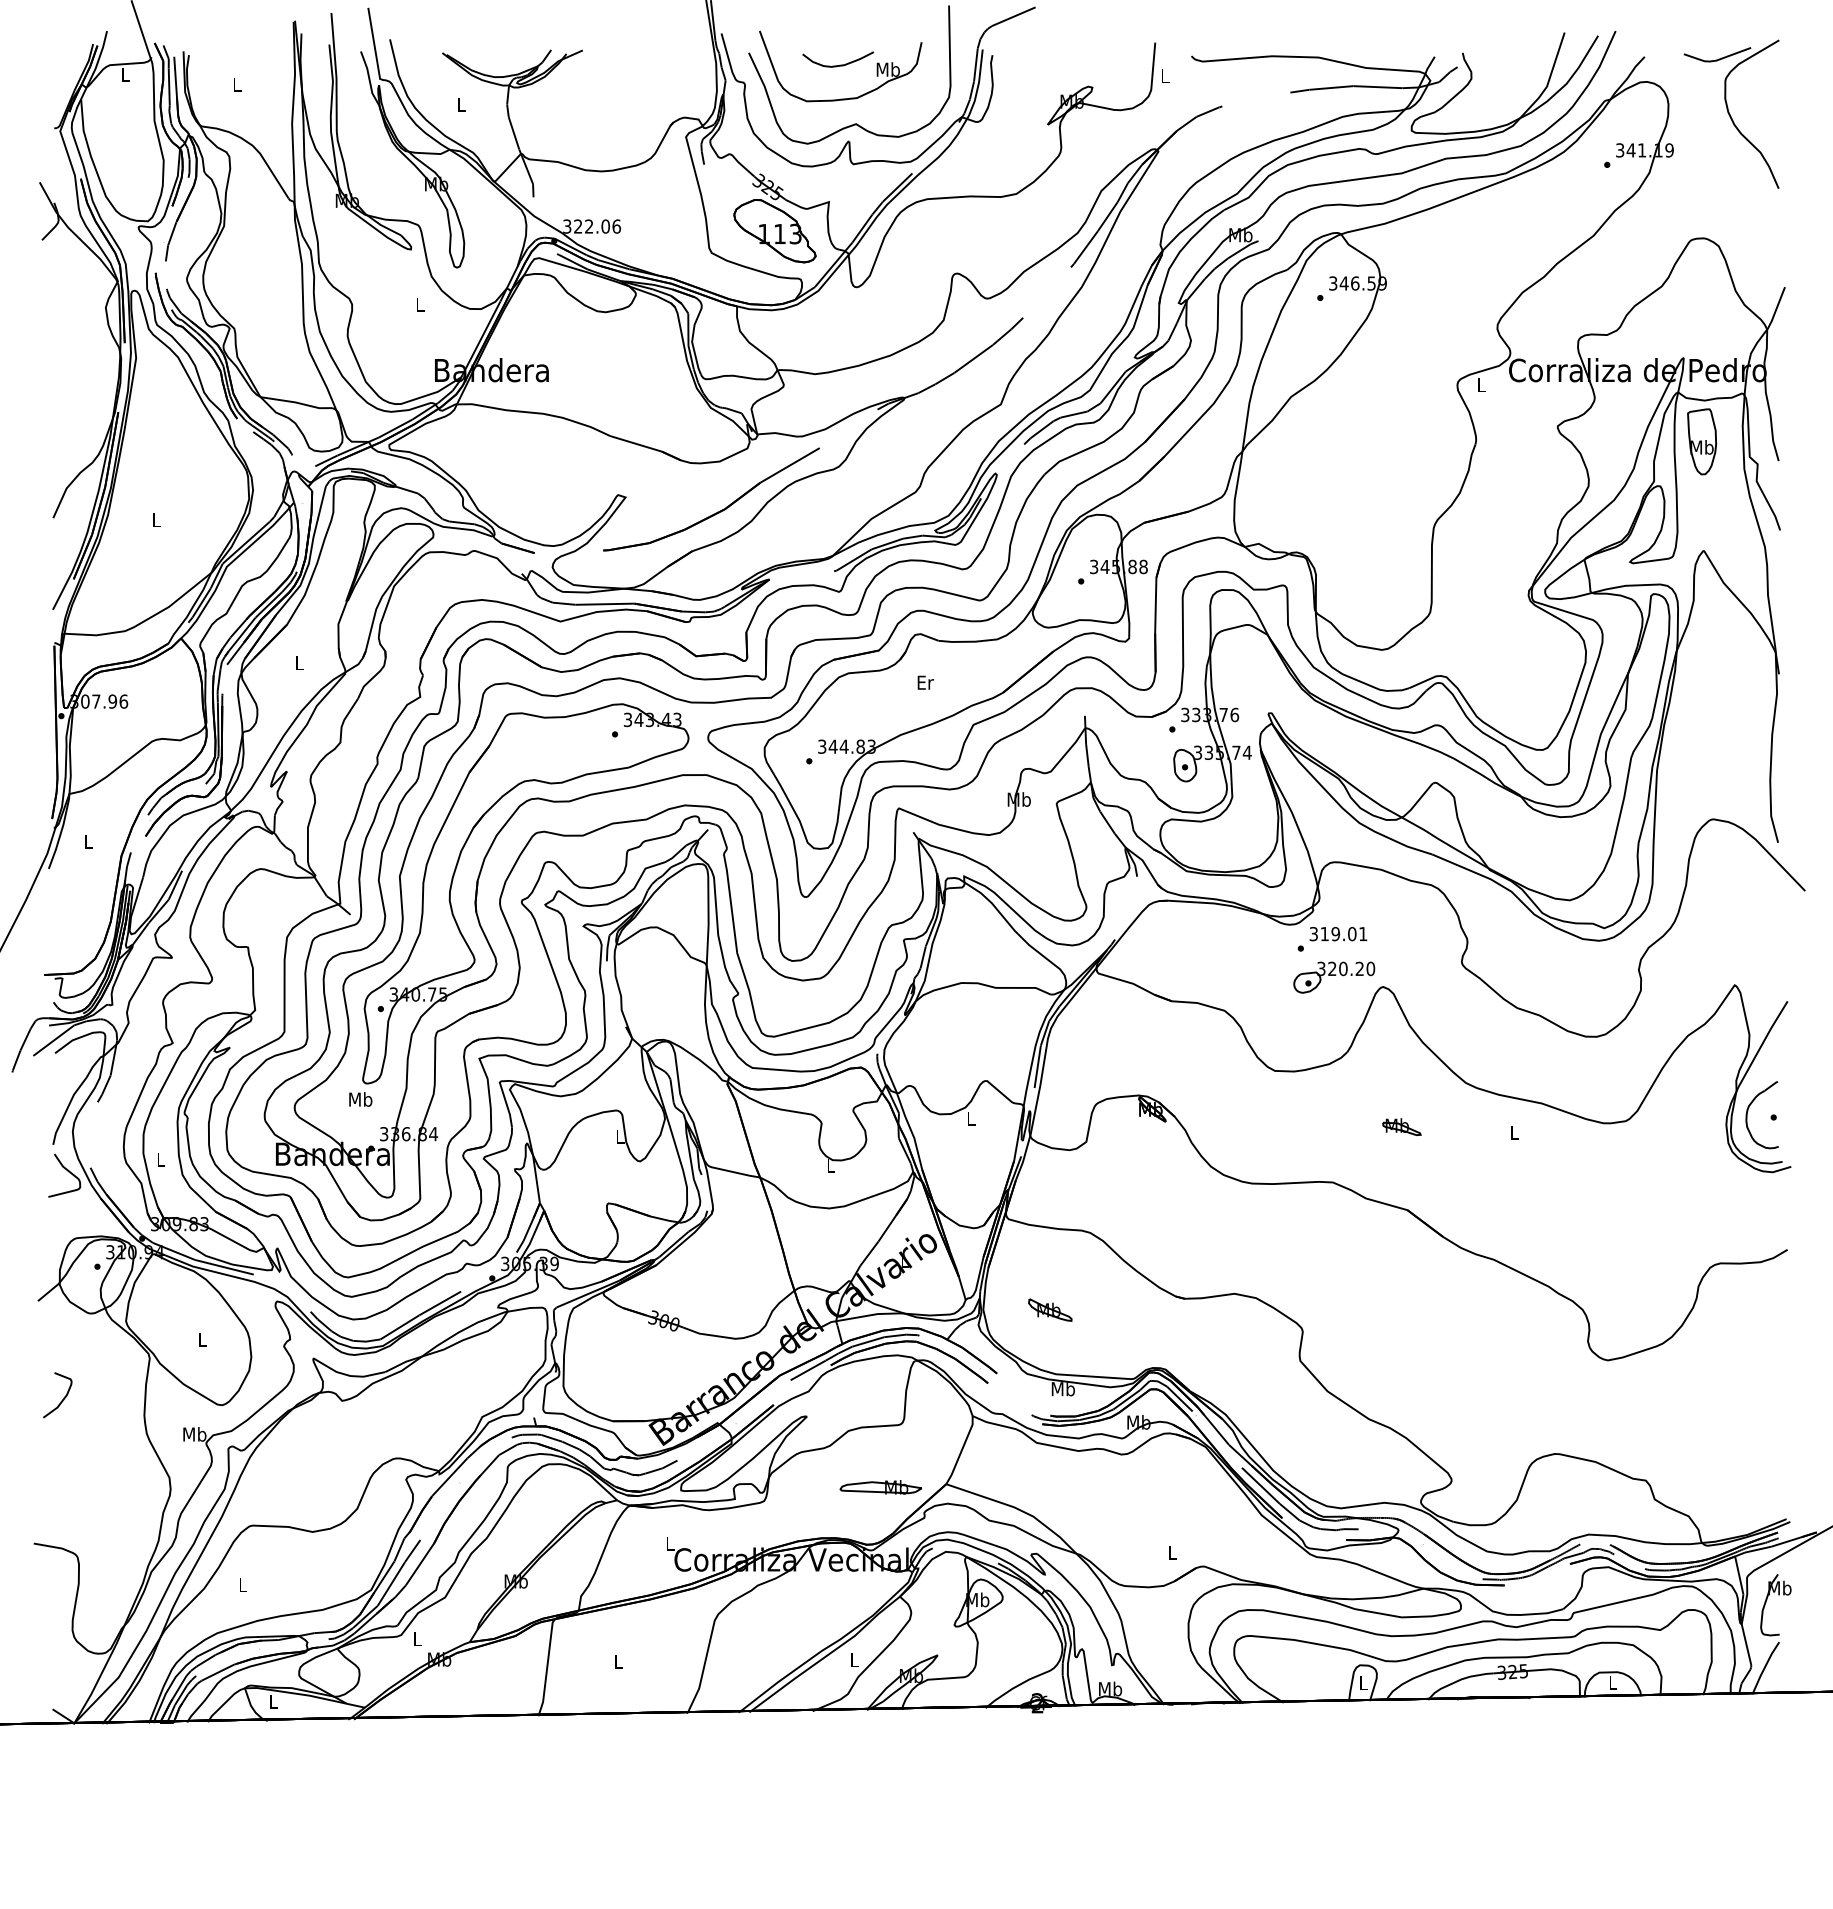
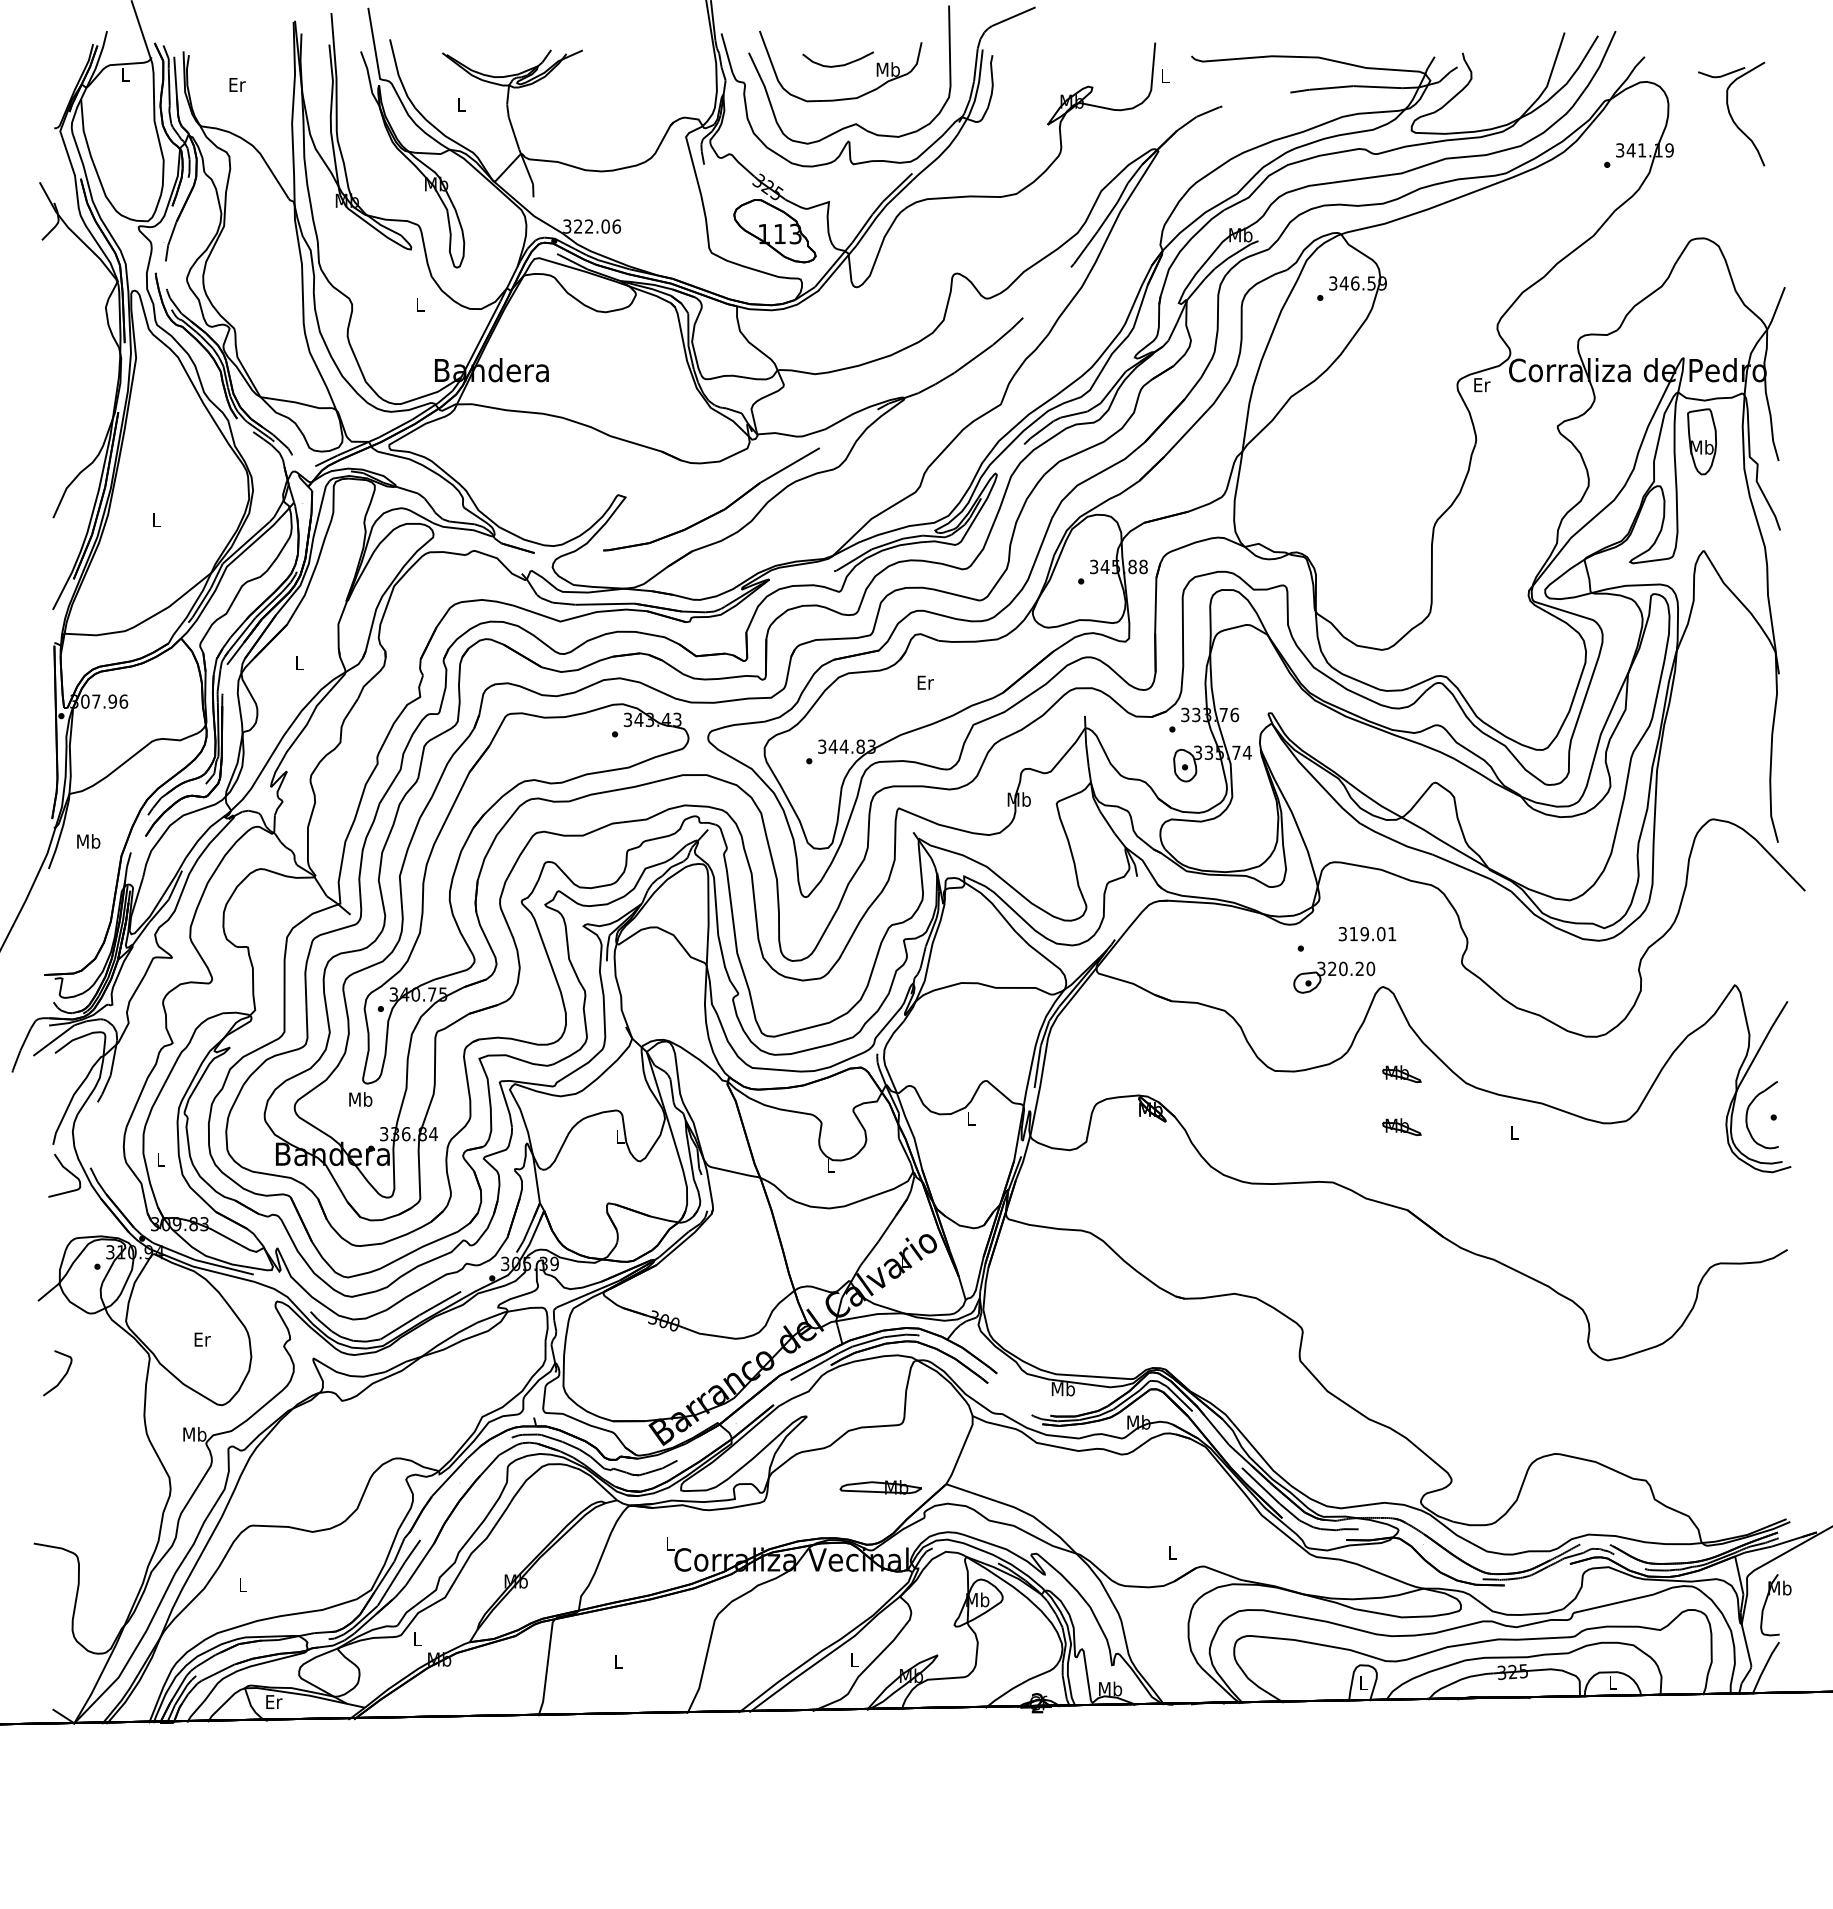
text at (237, 84): L -> Er
part at (1731, 113) size: 97x150 px -> 68x106 px
text at (1482, 385): L -> Er
text at (88, 841): L -> Mb
text at (1338, 934) position: (1338, 934) -> (1367, 934)
part at (1401, 1073): none -> present
part at (1050, 1309): present -> none
text at (202, 1339): L -> Er
curve at (63, 1397) position: (63, 1397) -> (63, 1375)
text at (274, 1701): L -> Er
